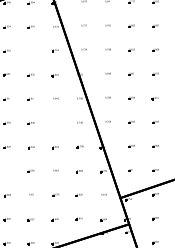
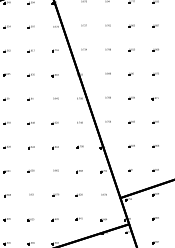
part at (30, 50): none -> present
part at (54, 123): none -> present
part at (6, 171): none -> present
